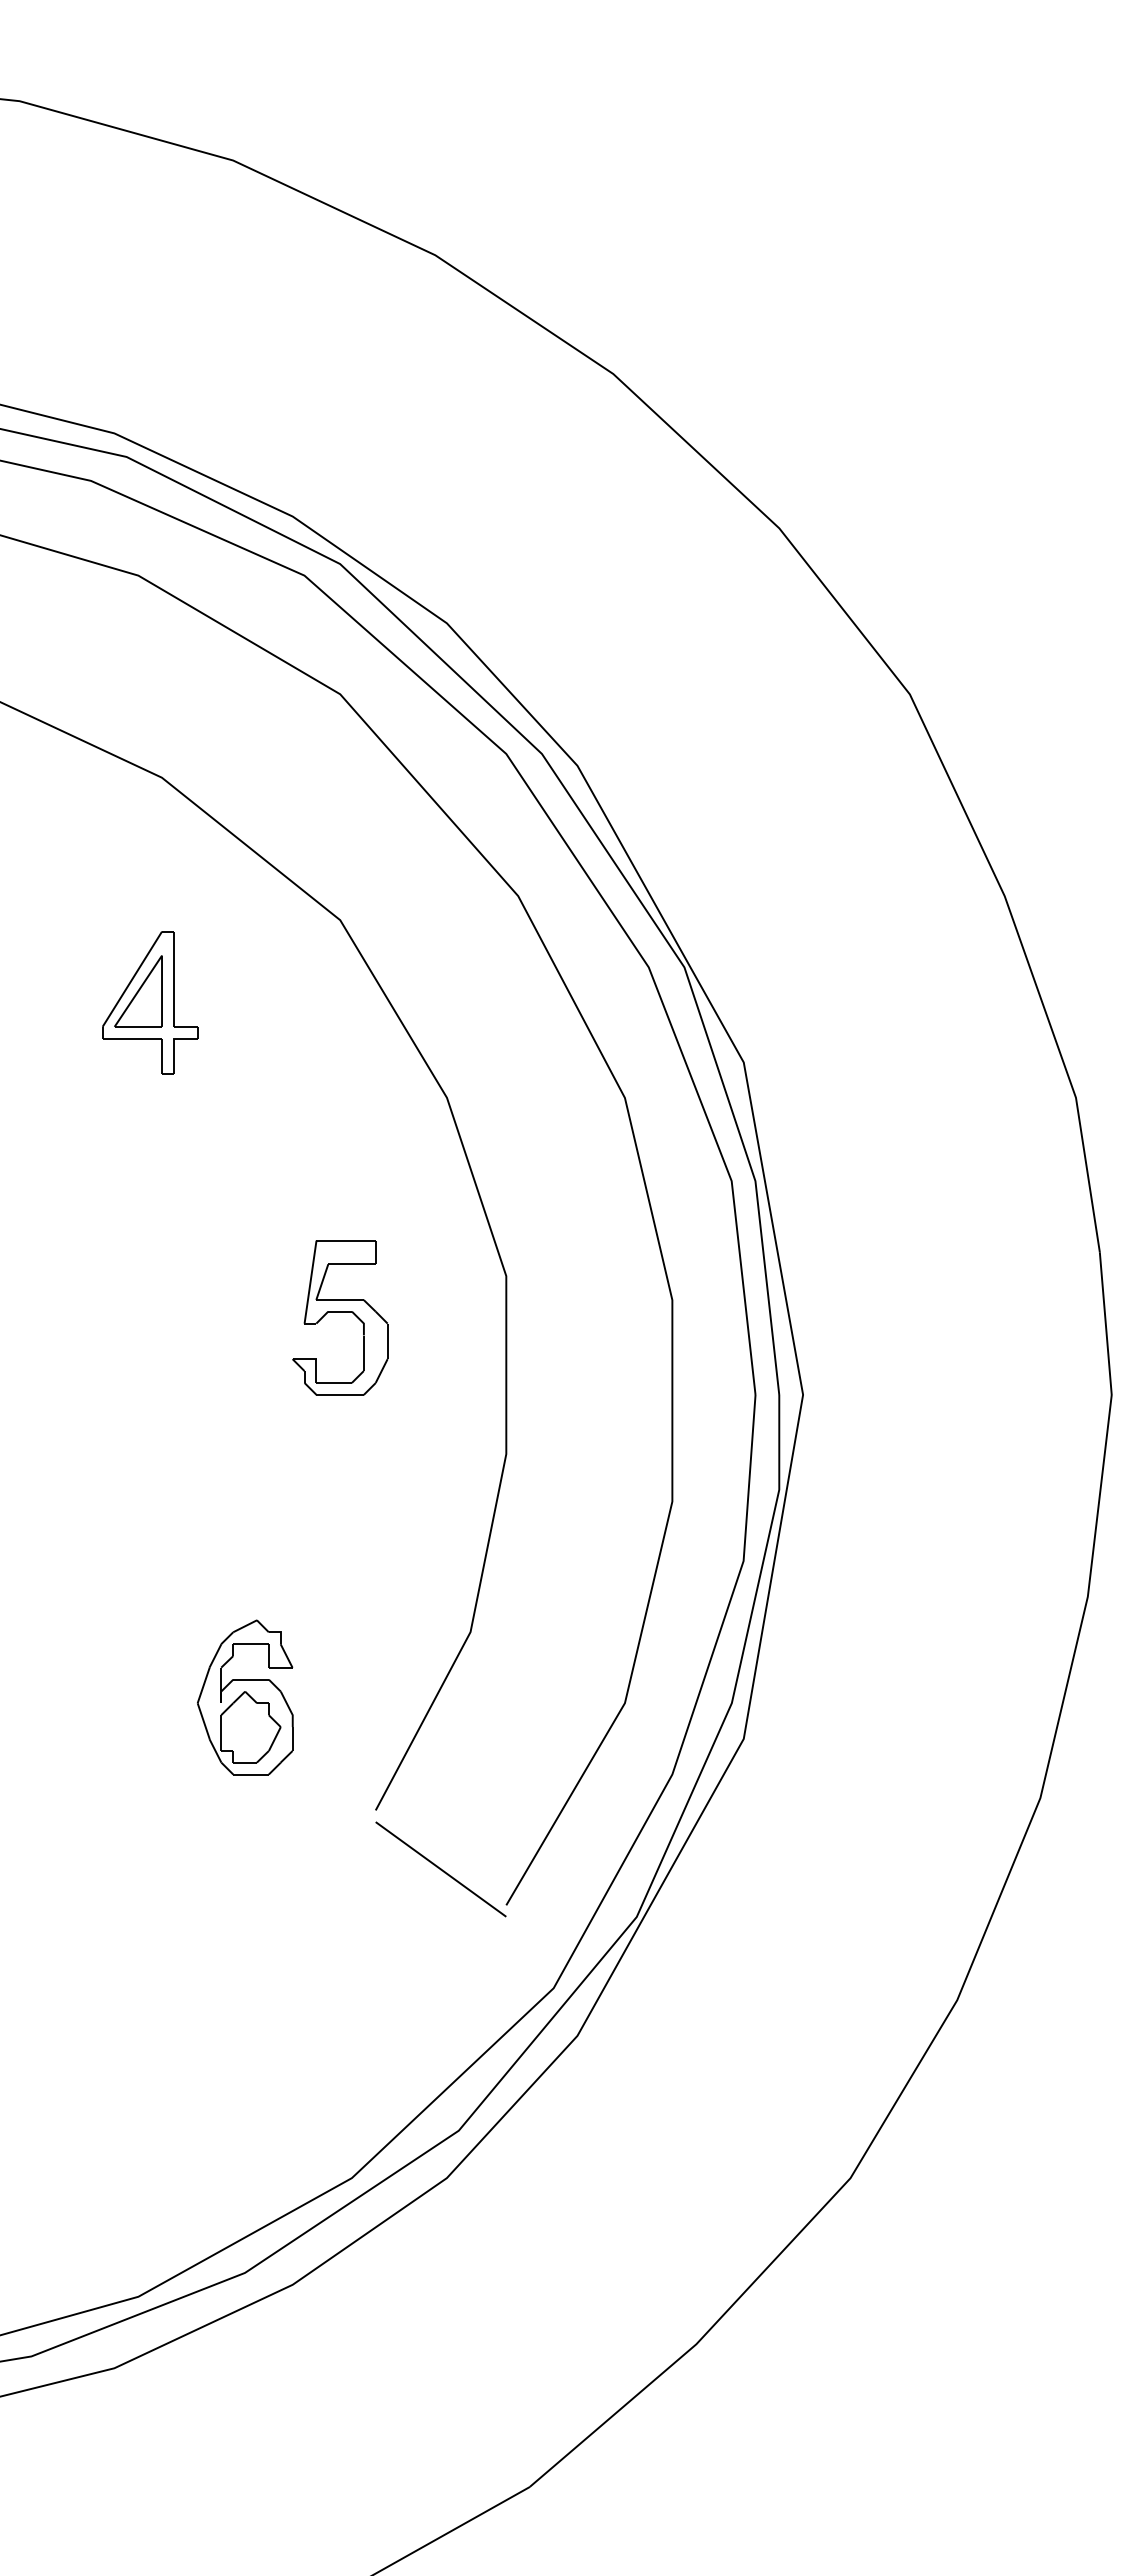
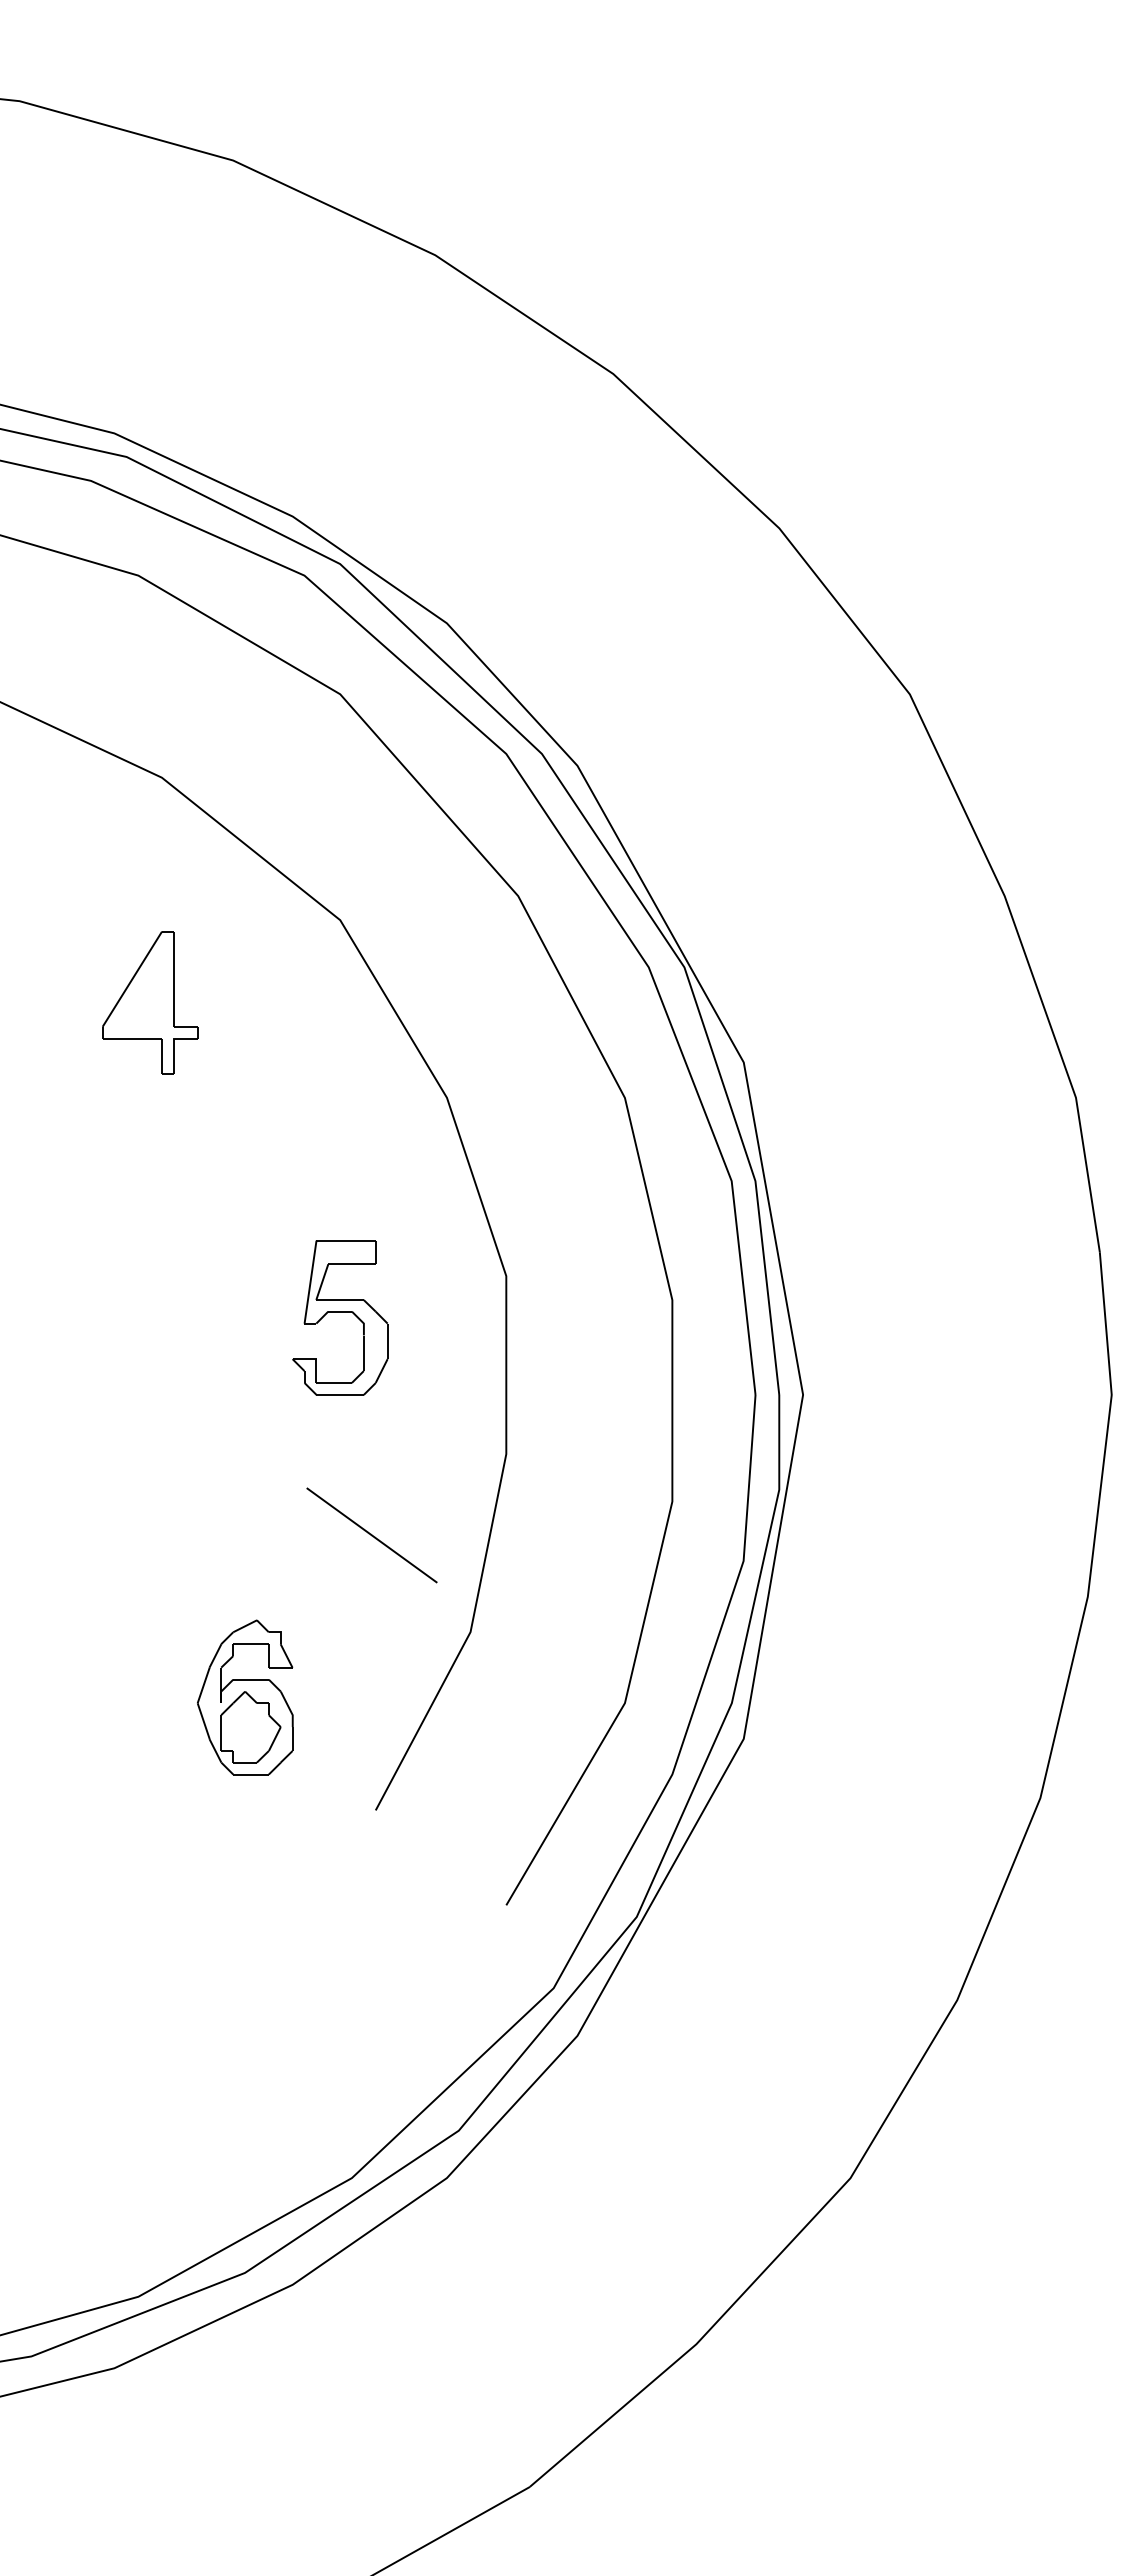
part at (138, 991): present -> none
line at (440, 1869) position: (440, 1869) -> (371, 1535)
